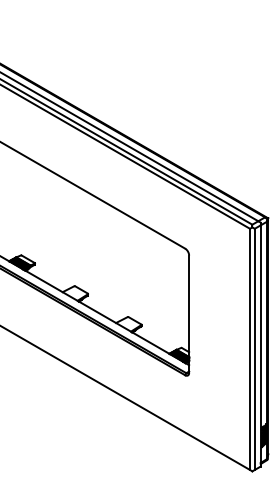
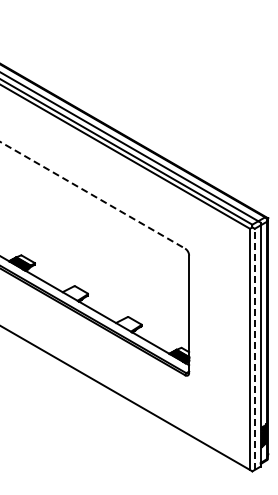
line at (92, 195): solid -> dashed
line at (254, 349): solid -> dashed
